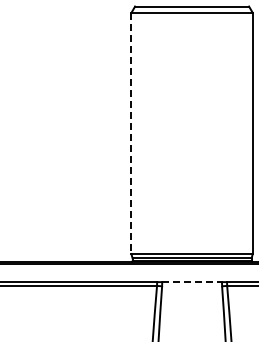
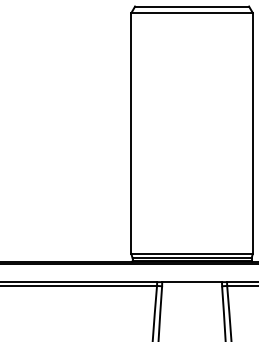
line at (131, 133): dashed -> solid
line at (192, 282): dashed -> solid
